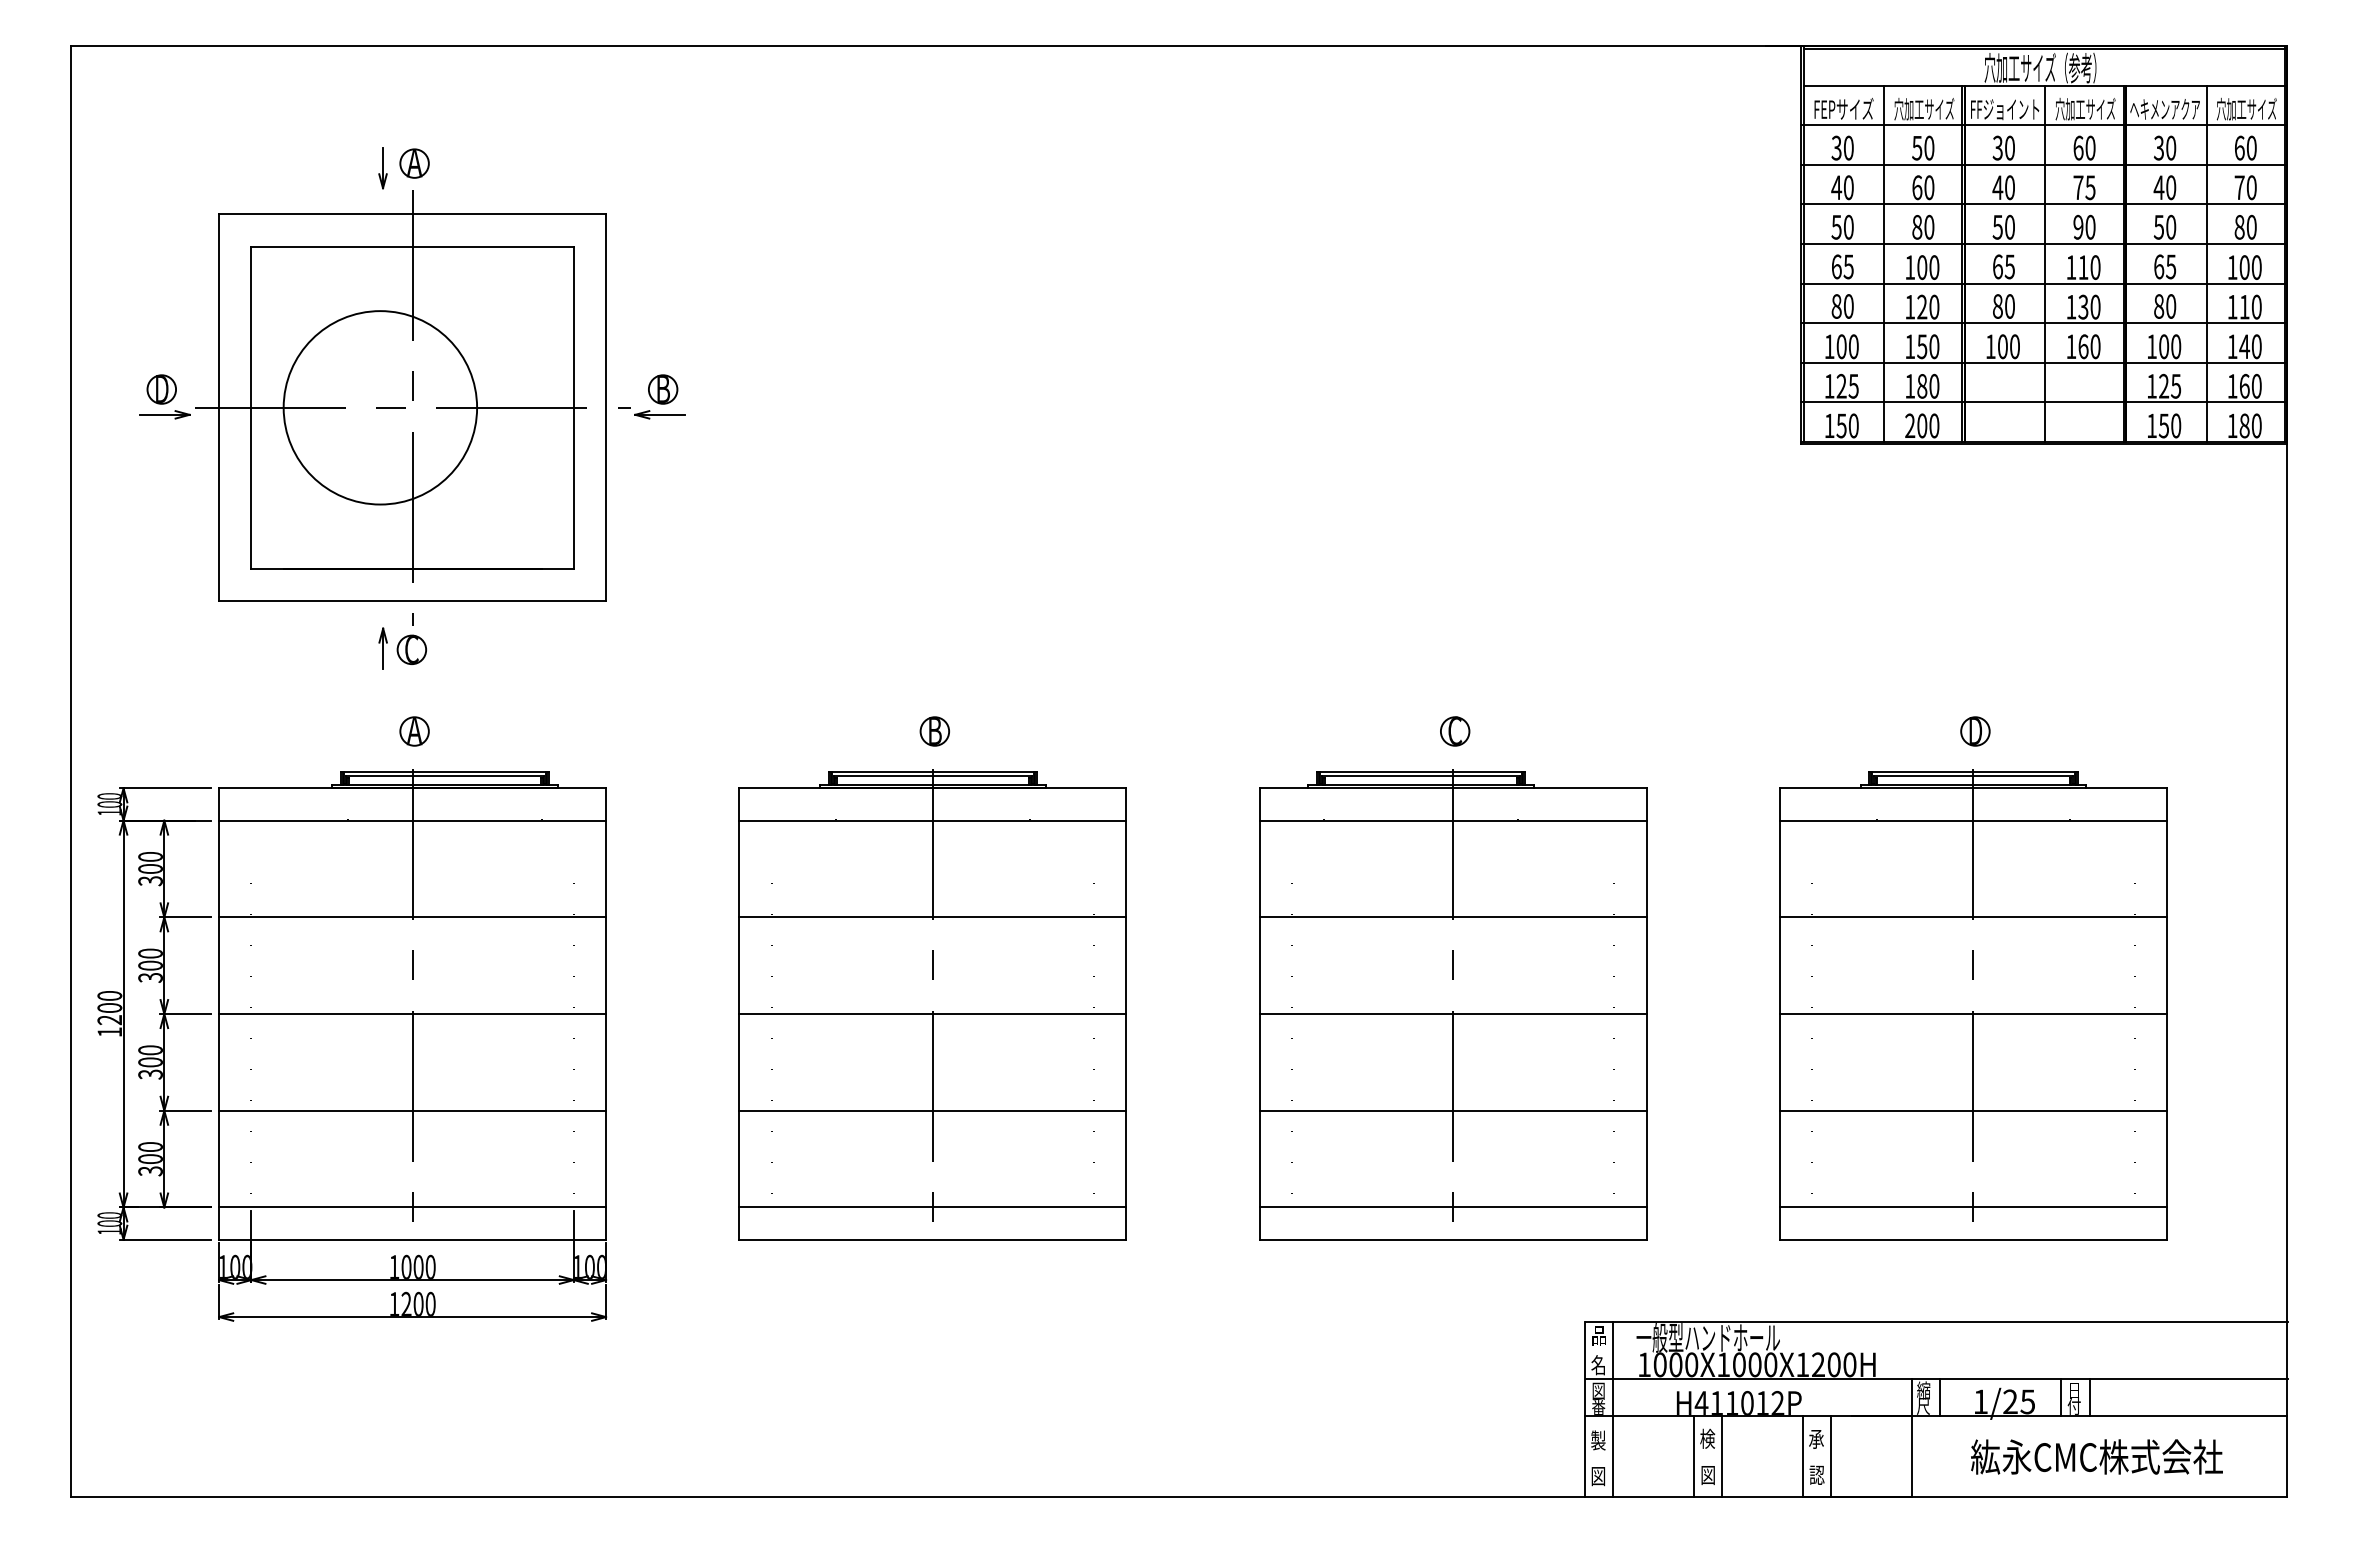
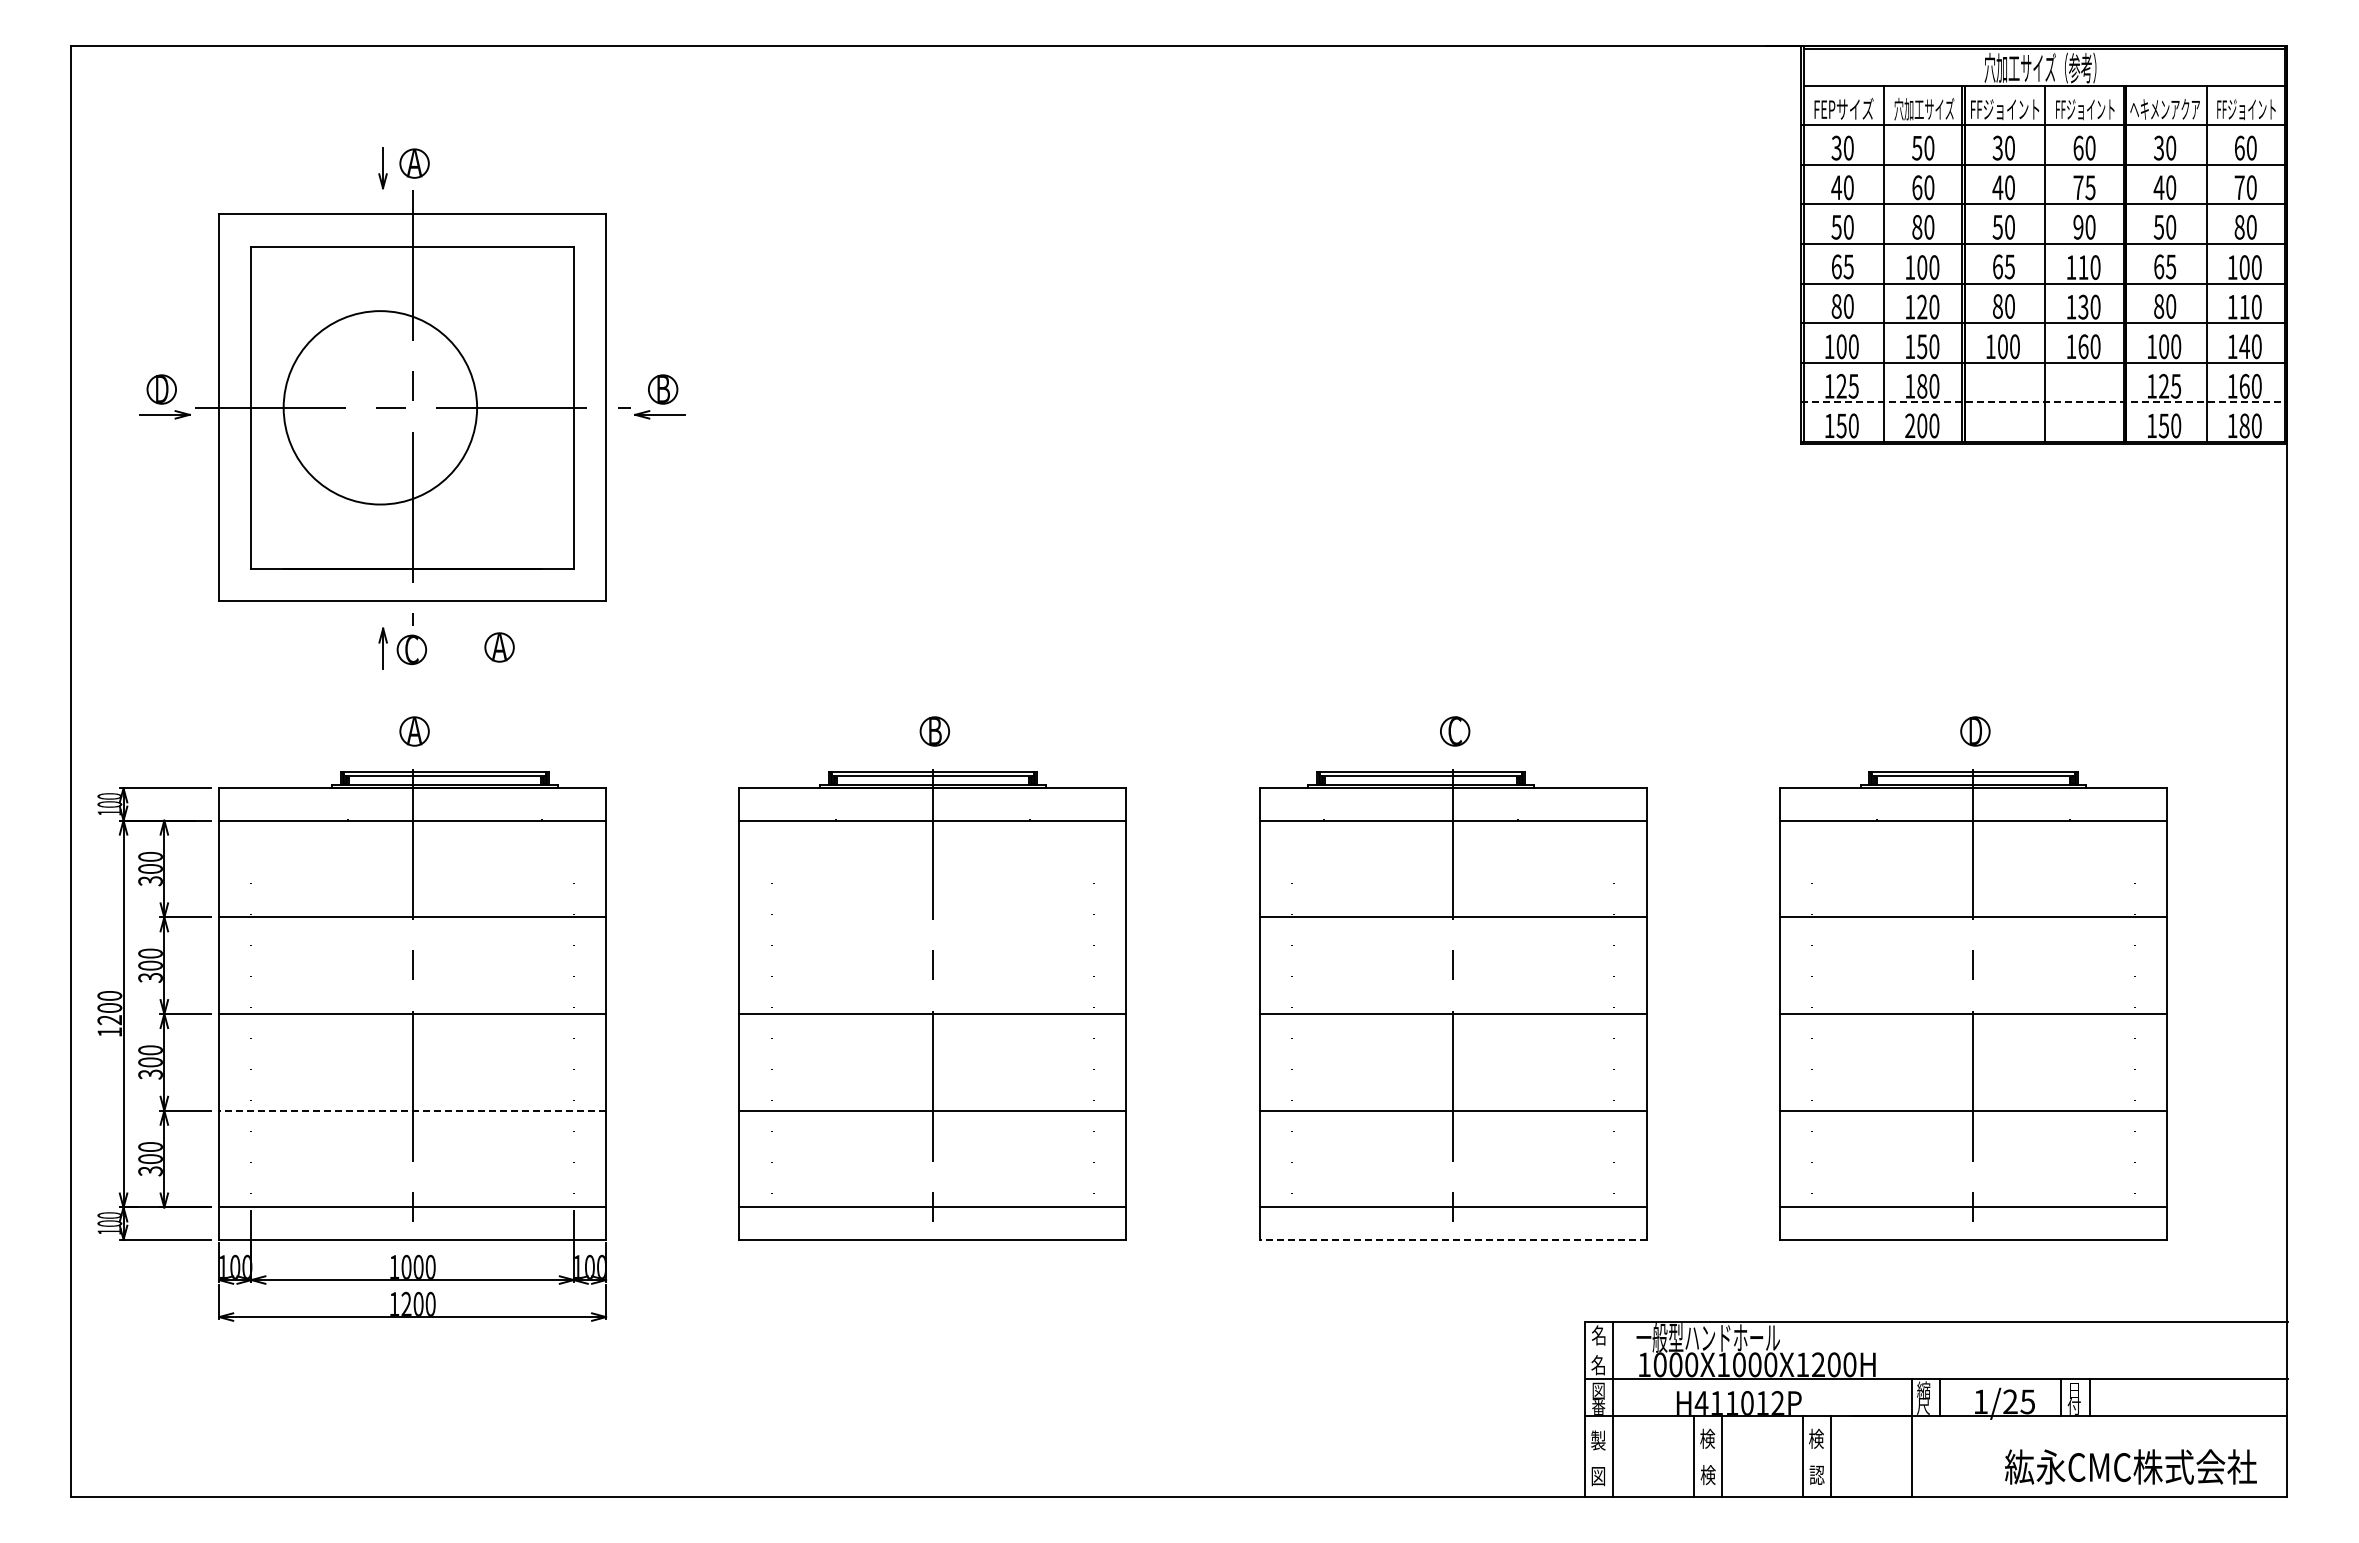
text at (2085, 108): 穴加工サイズ -> FFジョイント
text at (2246, 108): 穴加工サイズ -> FFジョイント
line at (2044, 402): solid -> dashed
part at (499, 647): none -> present
line at (932, 917): present -> none
line at (412, 1110): solid -> dashed
line at (1452, 1239): solid -> dashed
text at (1598, 1335): 品 -> 名
text at (1816, 1438): 承 -> 検
text at (2096, 1456) position: (2096, 1456) -> (2130, 1466)
text at (1707, 1475): 図 -> 検
